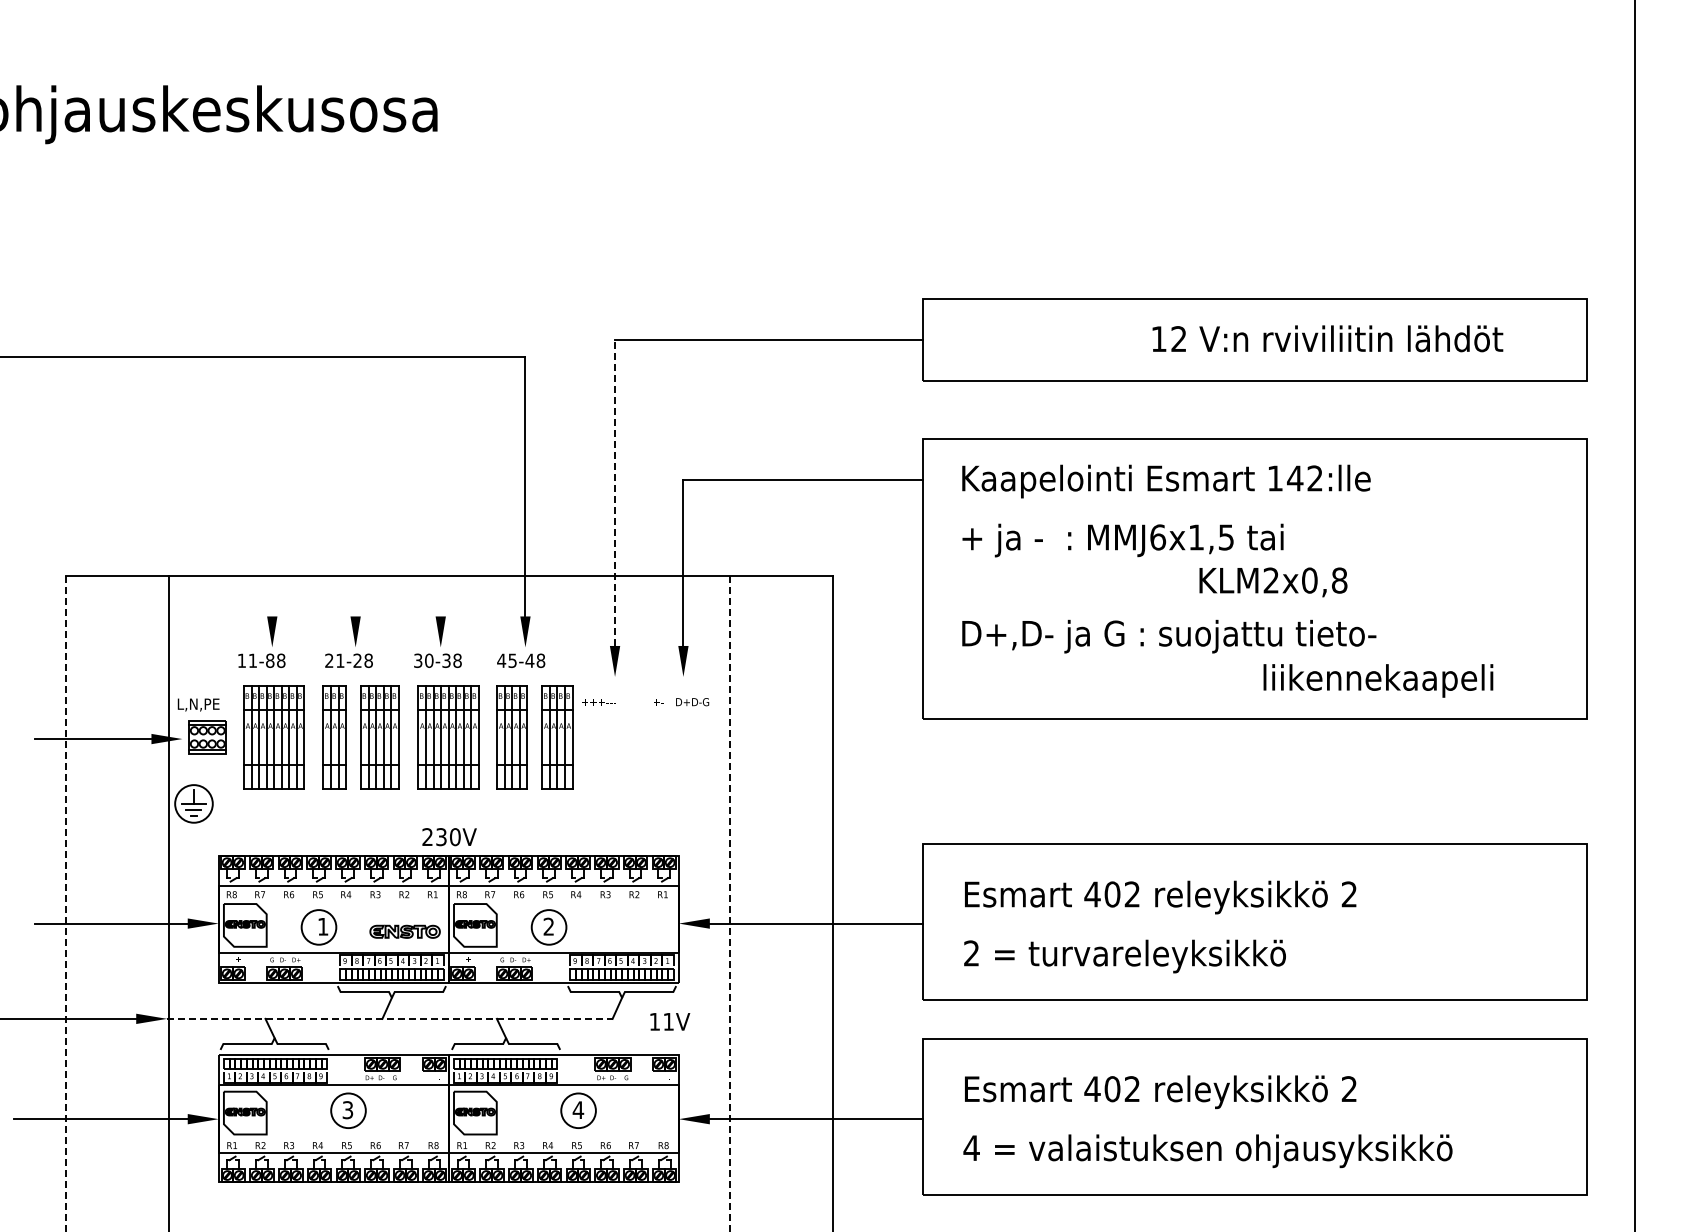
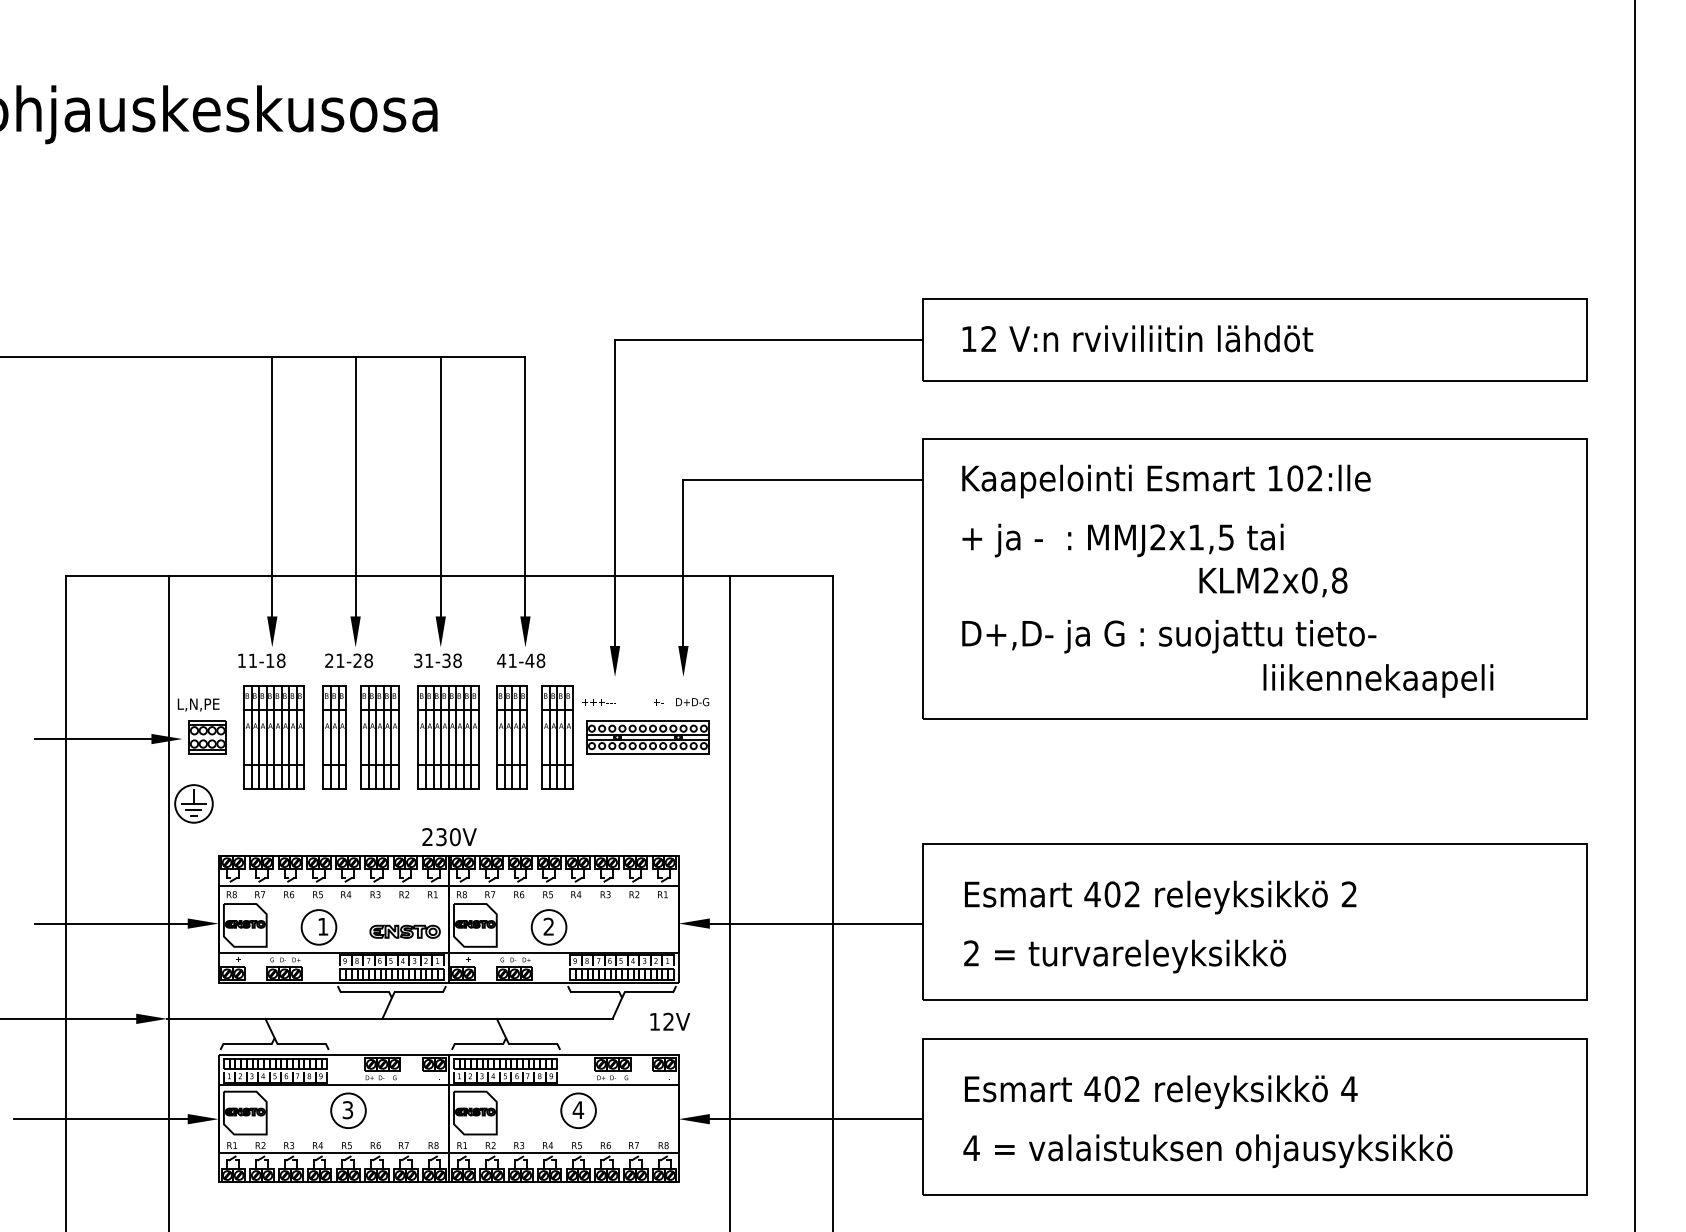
text at (1327, 338) position: (1327, 338) -> (1137, 338)
text at (1295, 478): 142:lle -> 102:lle
line at (272, 486): none -> present
line at (355, 486): none -> present
line at (440, 486): none -> present
line at (615, 493): dashed -> solid
text at (1158, 537): MMJ6x1,5 -> MMJ2x1,5
text at (270, 660): 11-88 -> 11-18
text at (429, 660): 30-38 -> 31-38
text at (512, 660): 45-48 -> 41-48
part at (647, 737): none -> present
line at (729, 903): dashed -> solid
line at (66, 904): dashed -> solid
line at (389, 1018): dashed -> solid
text at (668, 1021): 11V -> 12V
text at (1349, 1088): 2 -> 4
